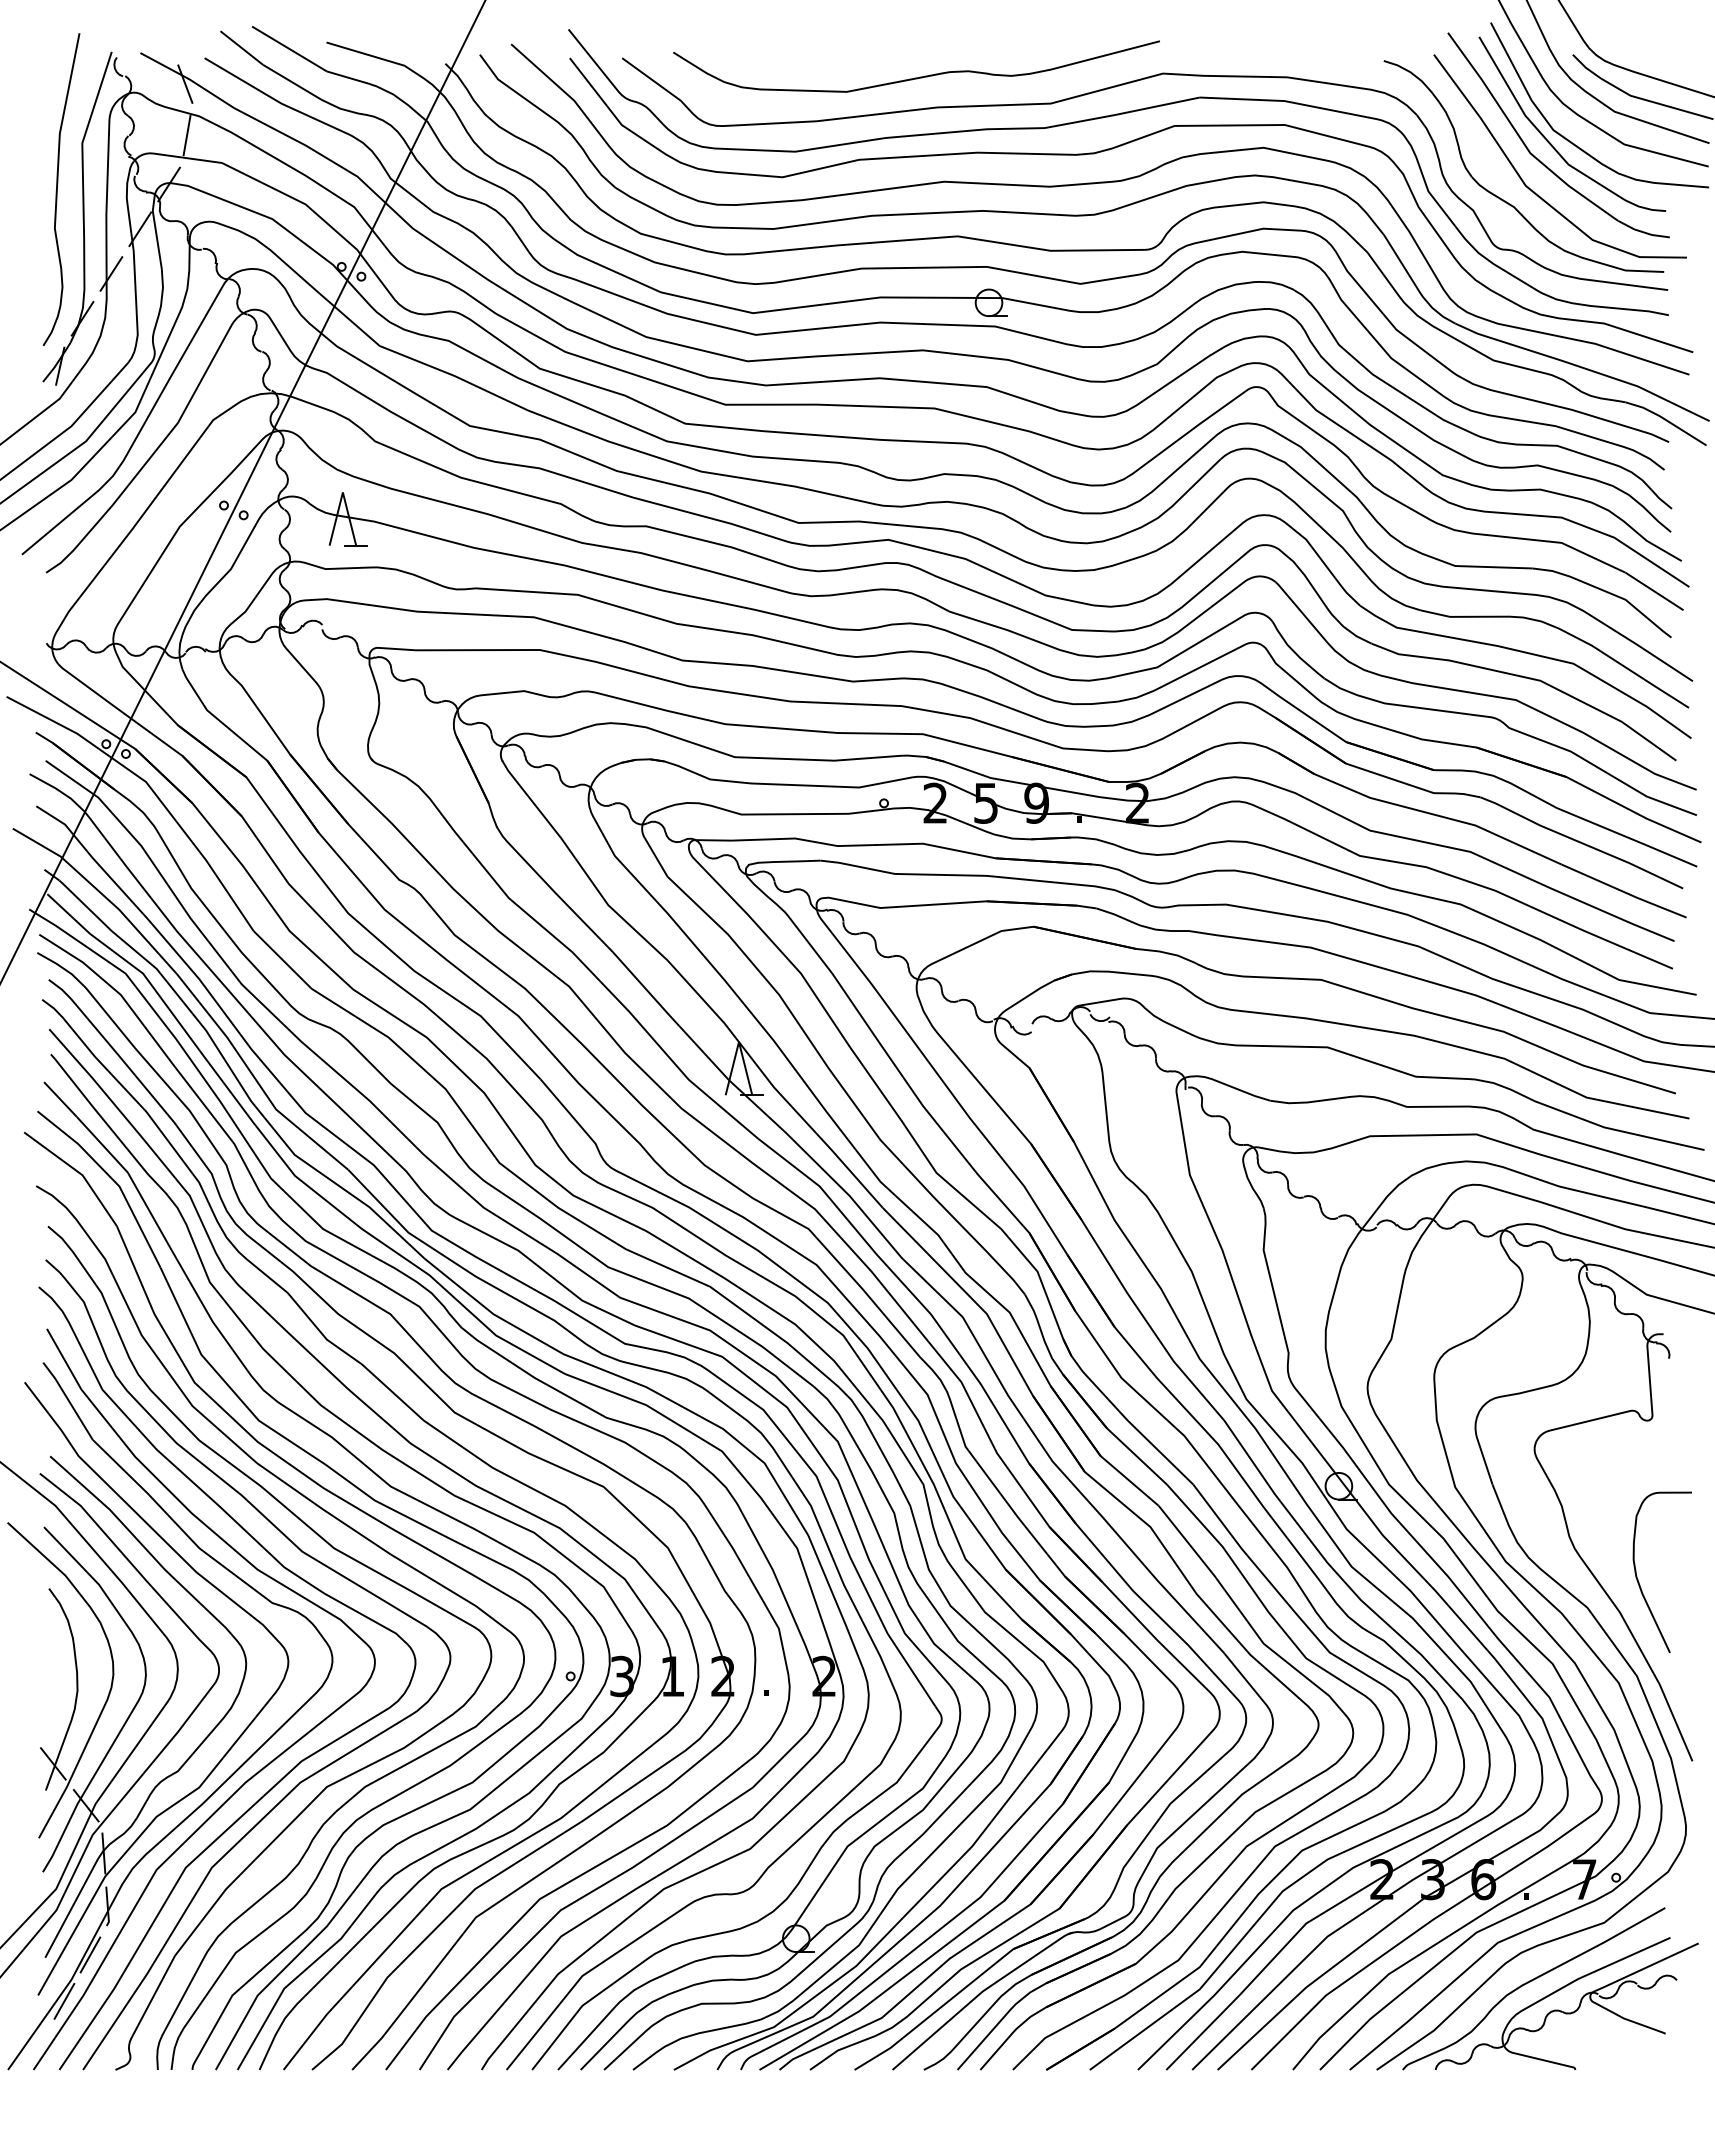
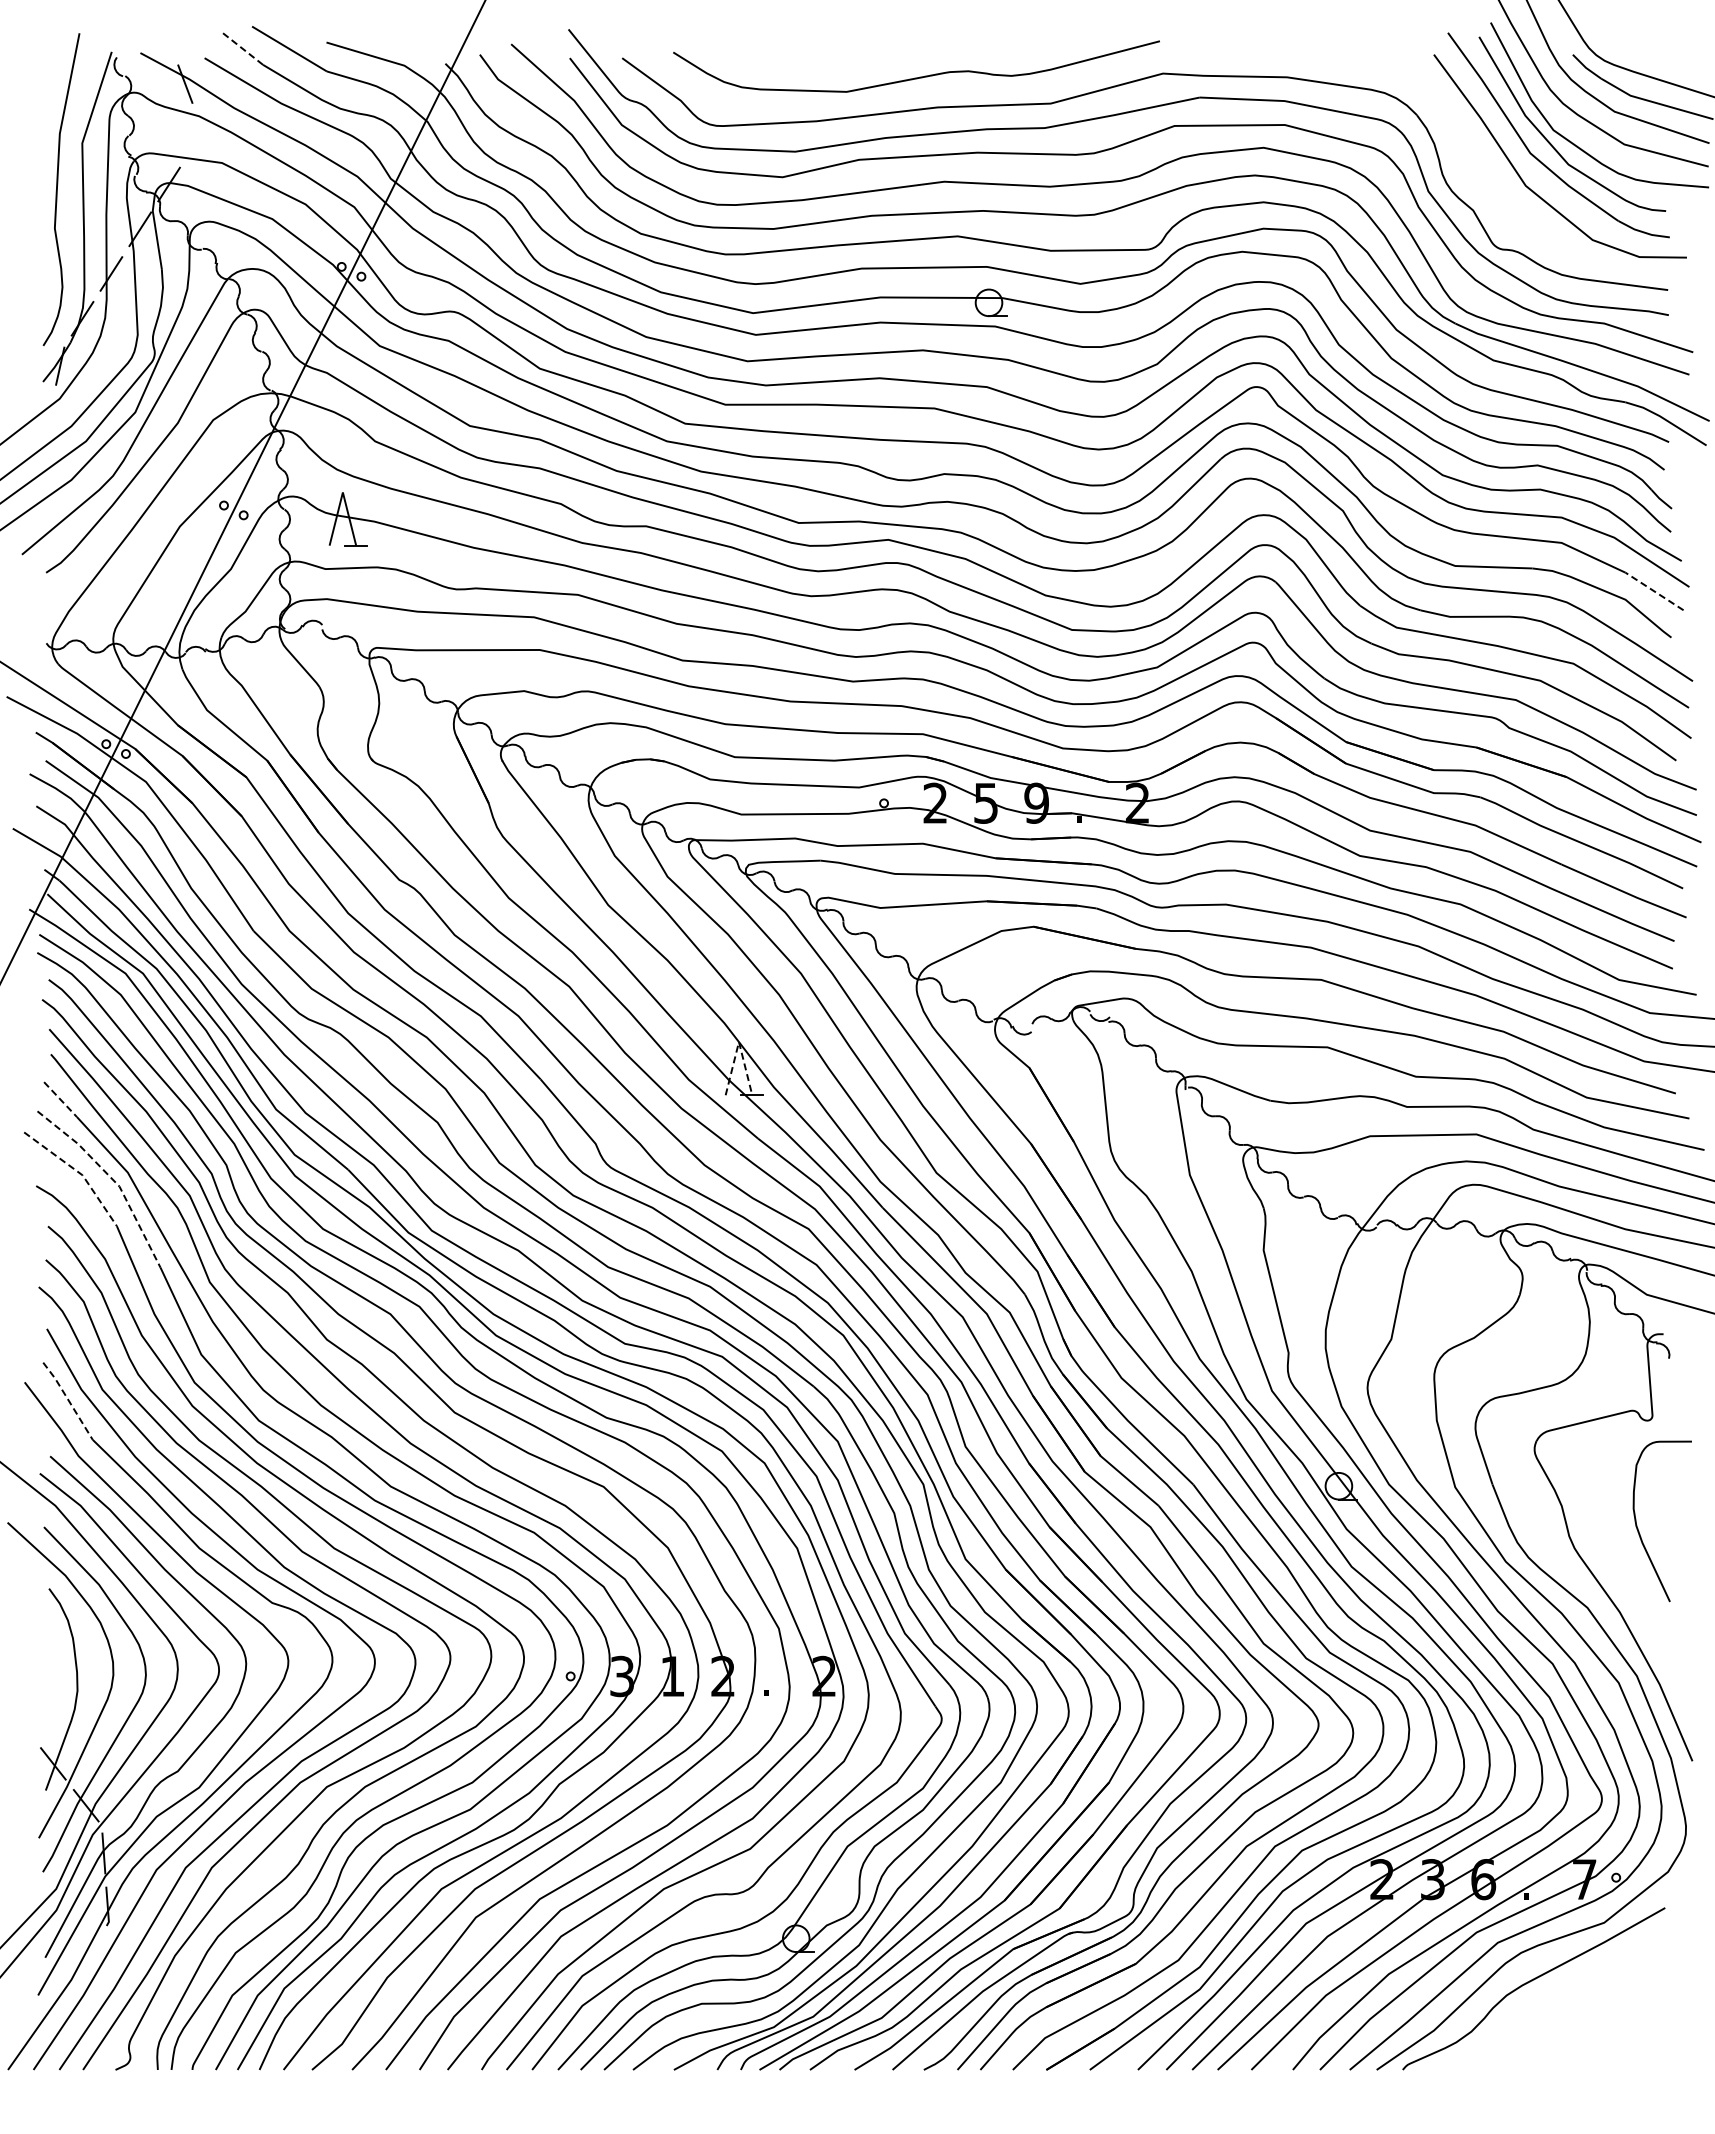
line at (241, 47): solid -> dashed
line at (186, 135): present -> none
part at (1505, 200): present -> none
line at (1654, 591): solid -> dashed
line at (738, 1042): solid -> dashed
line at (60, 1099): solid -> dashed
line at (78, 1172): solid -> dashed
line at (112, 1179): solid -> dashed
line at (68, 1400): solid -> dashed
curve at (1638, 1579) position: (1638, 1579) -> (1638, 1528)
line at (90, 1954): present -> none
line at (64, 2000): present -> none
part at (1564, 2011): present -> none
